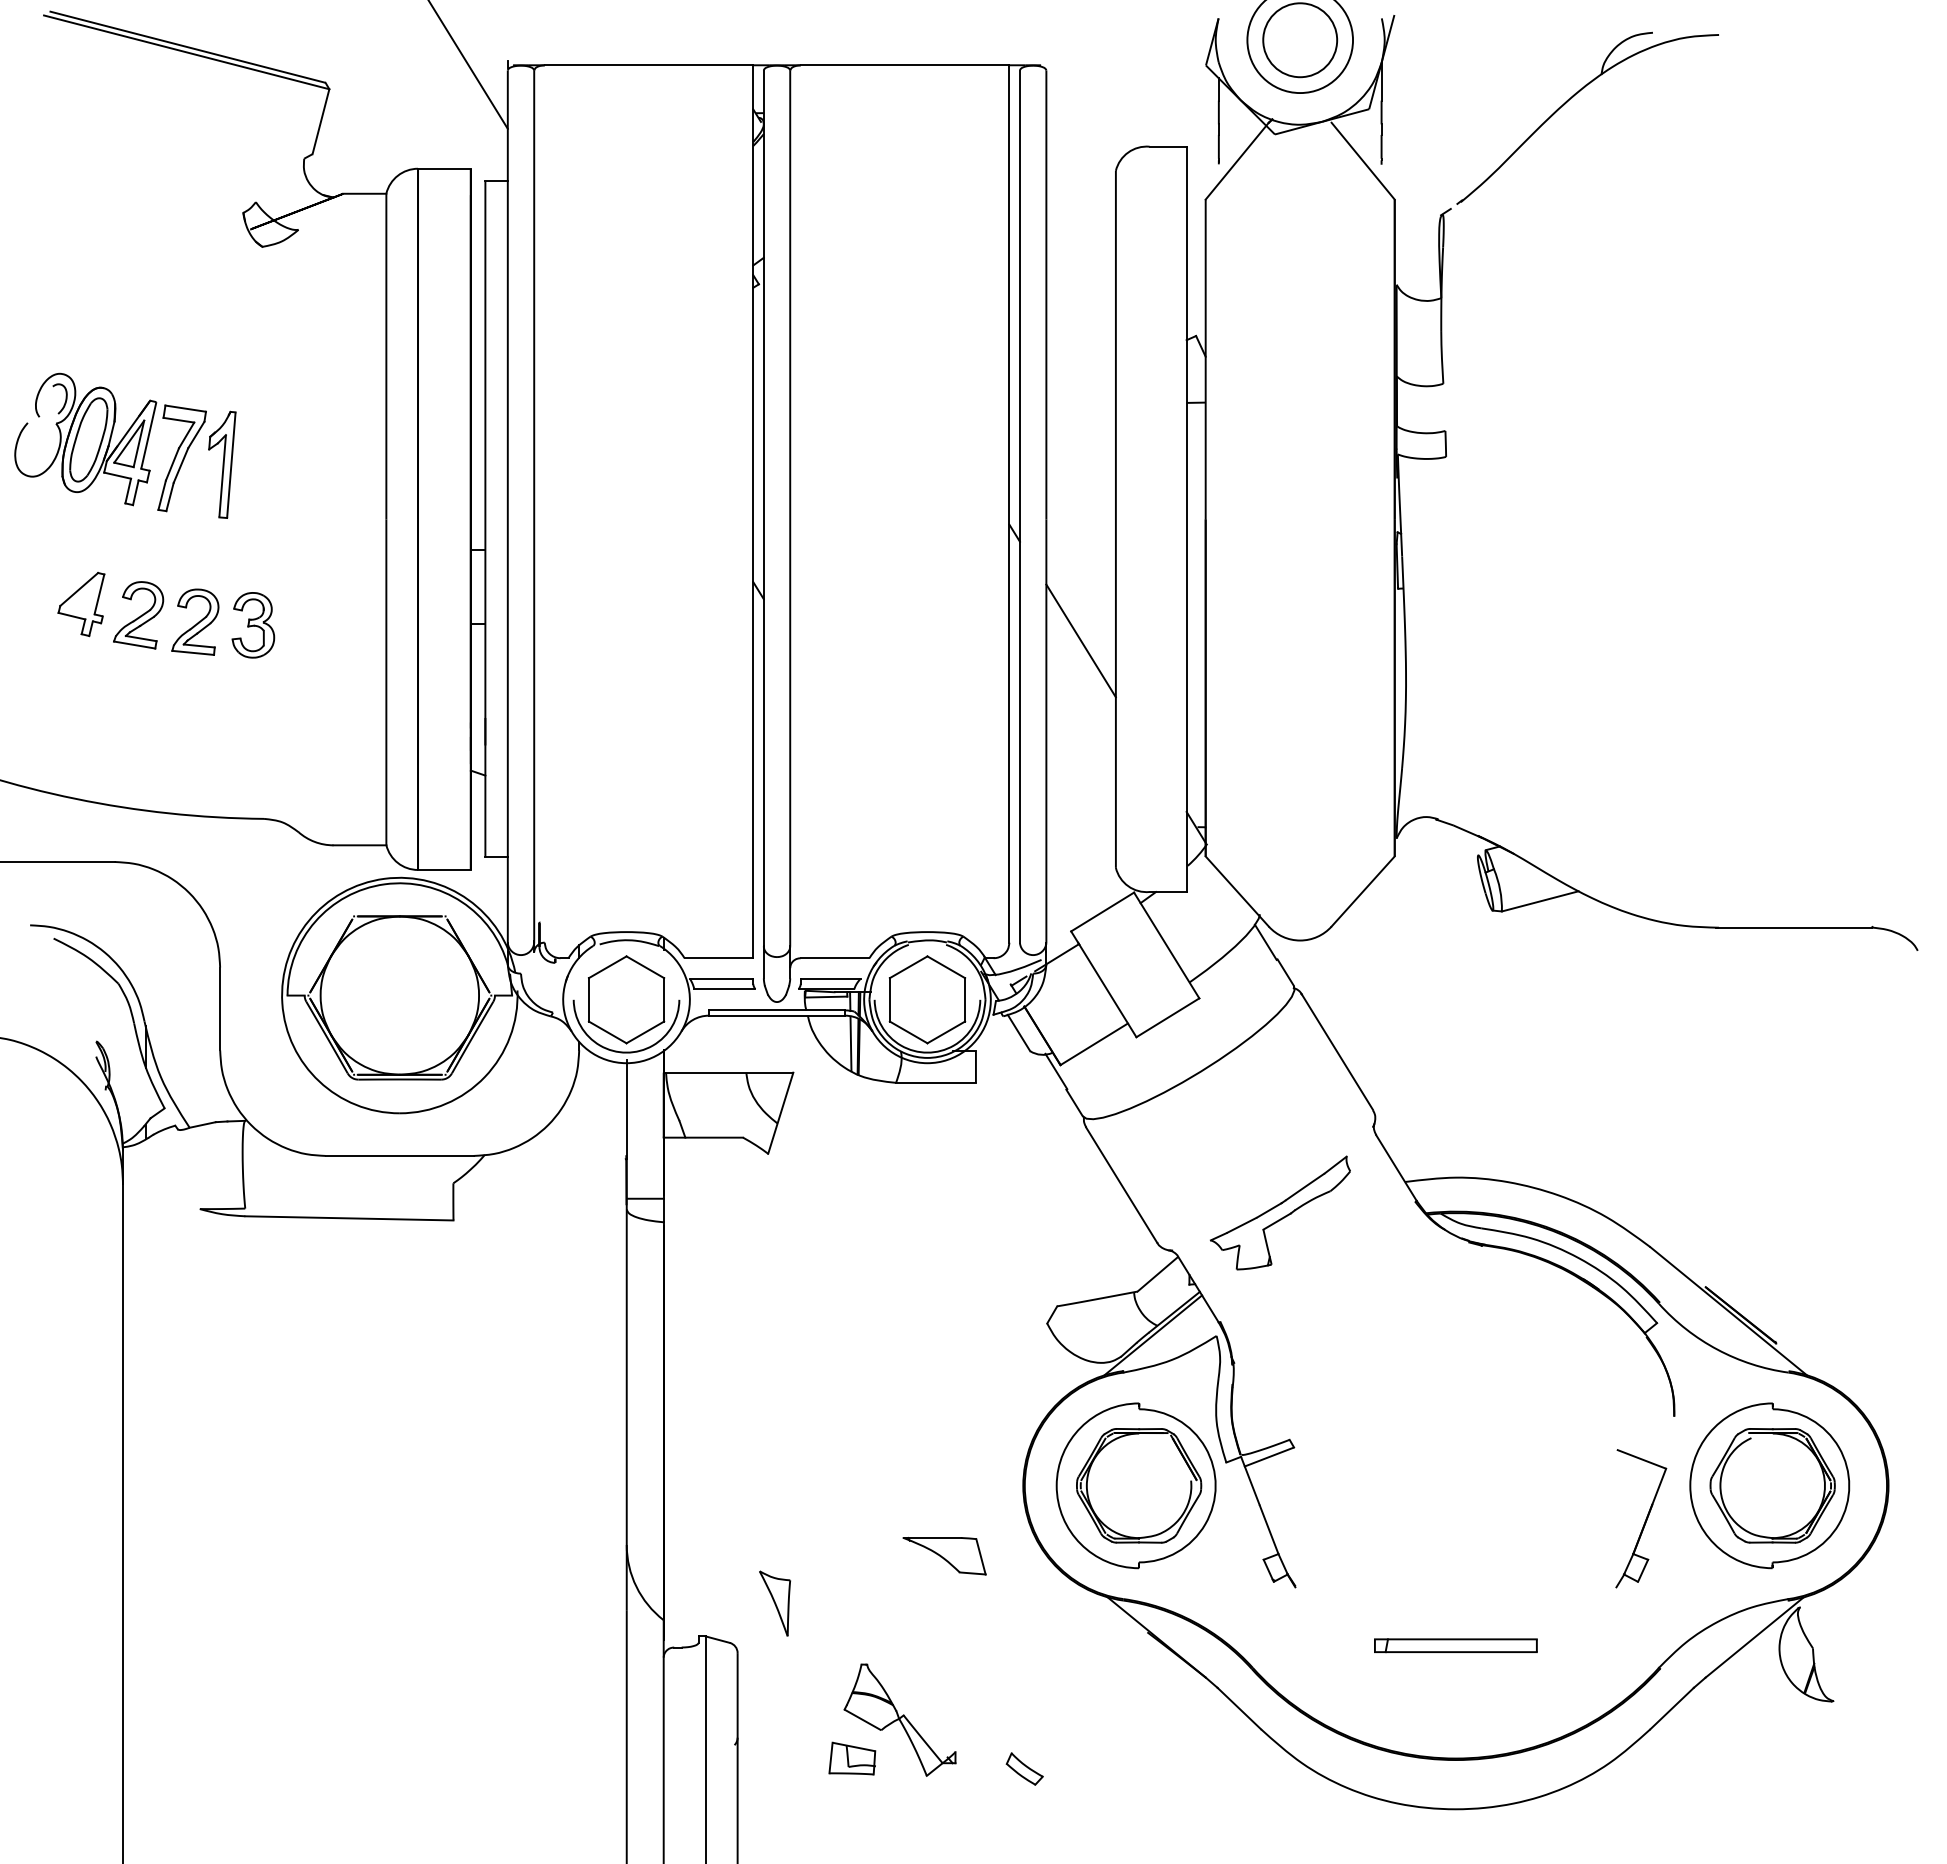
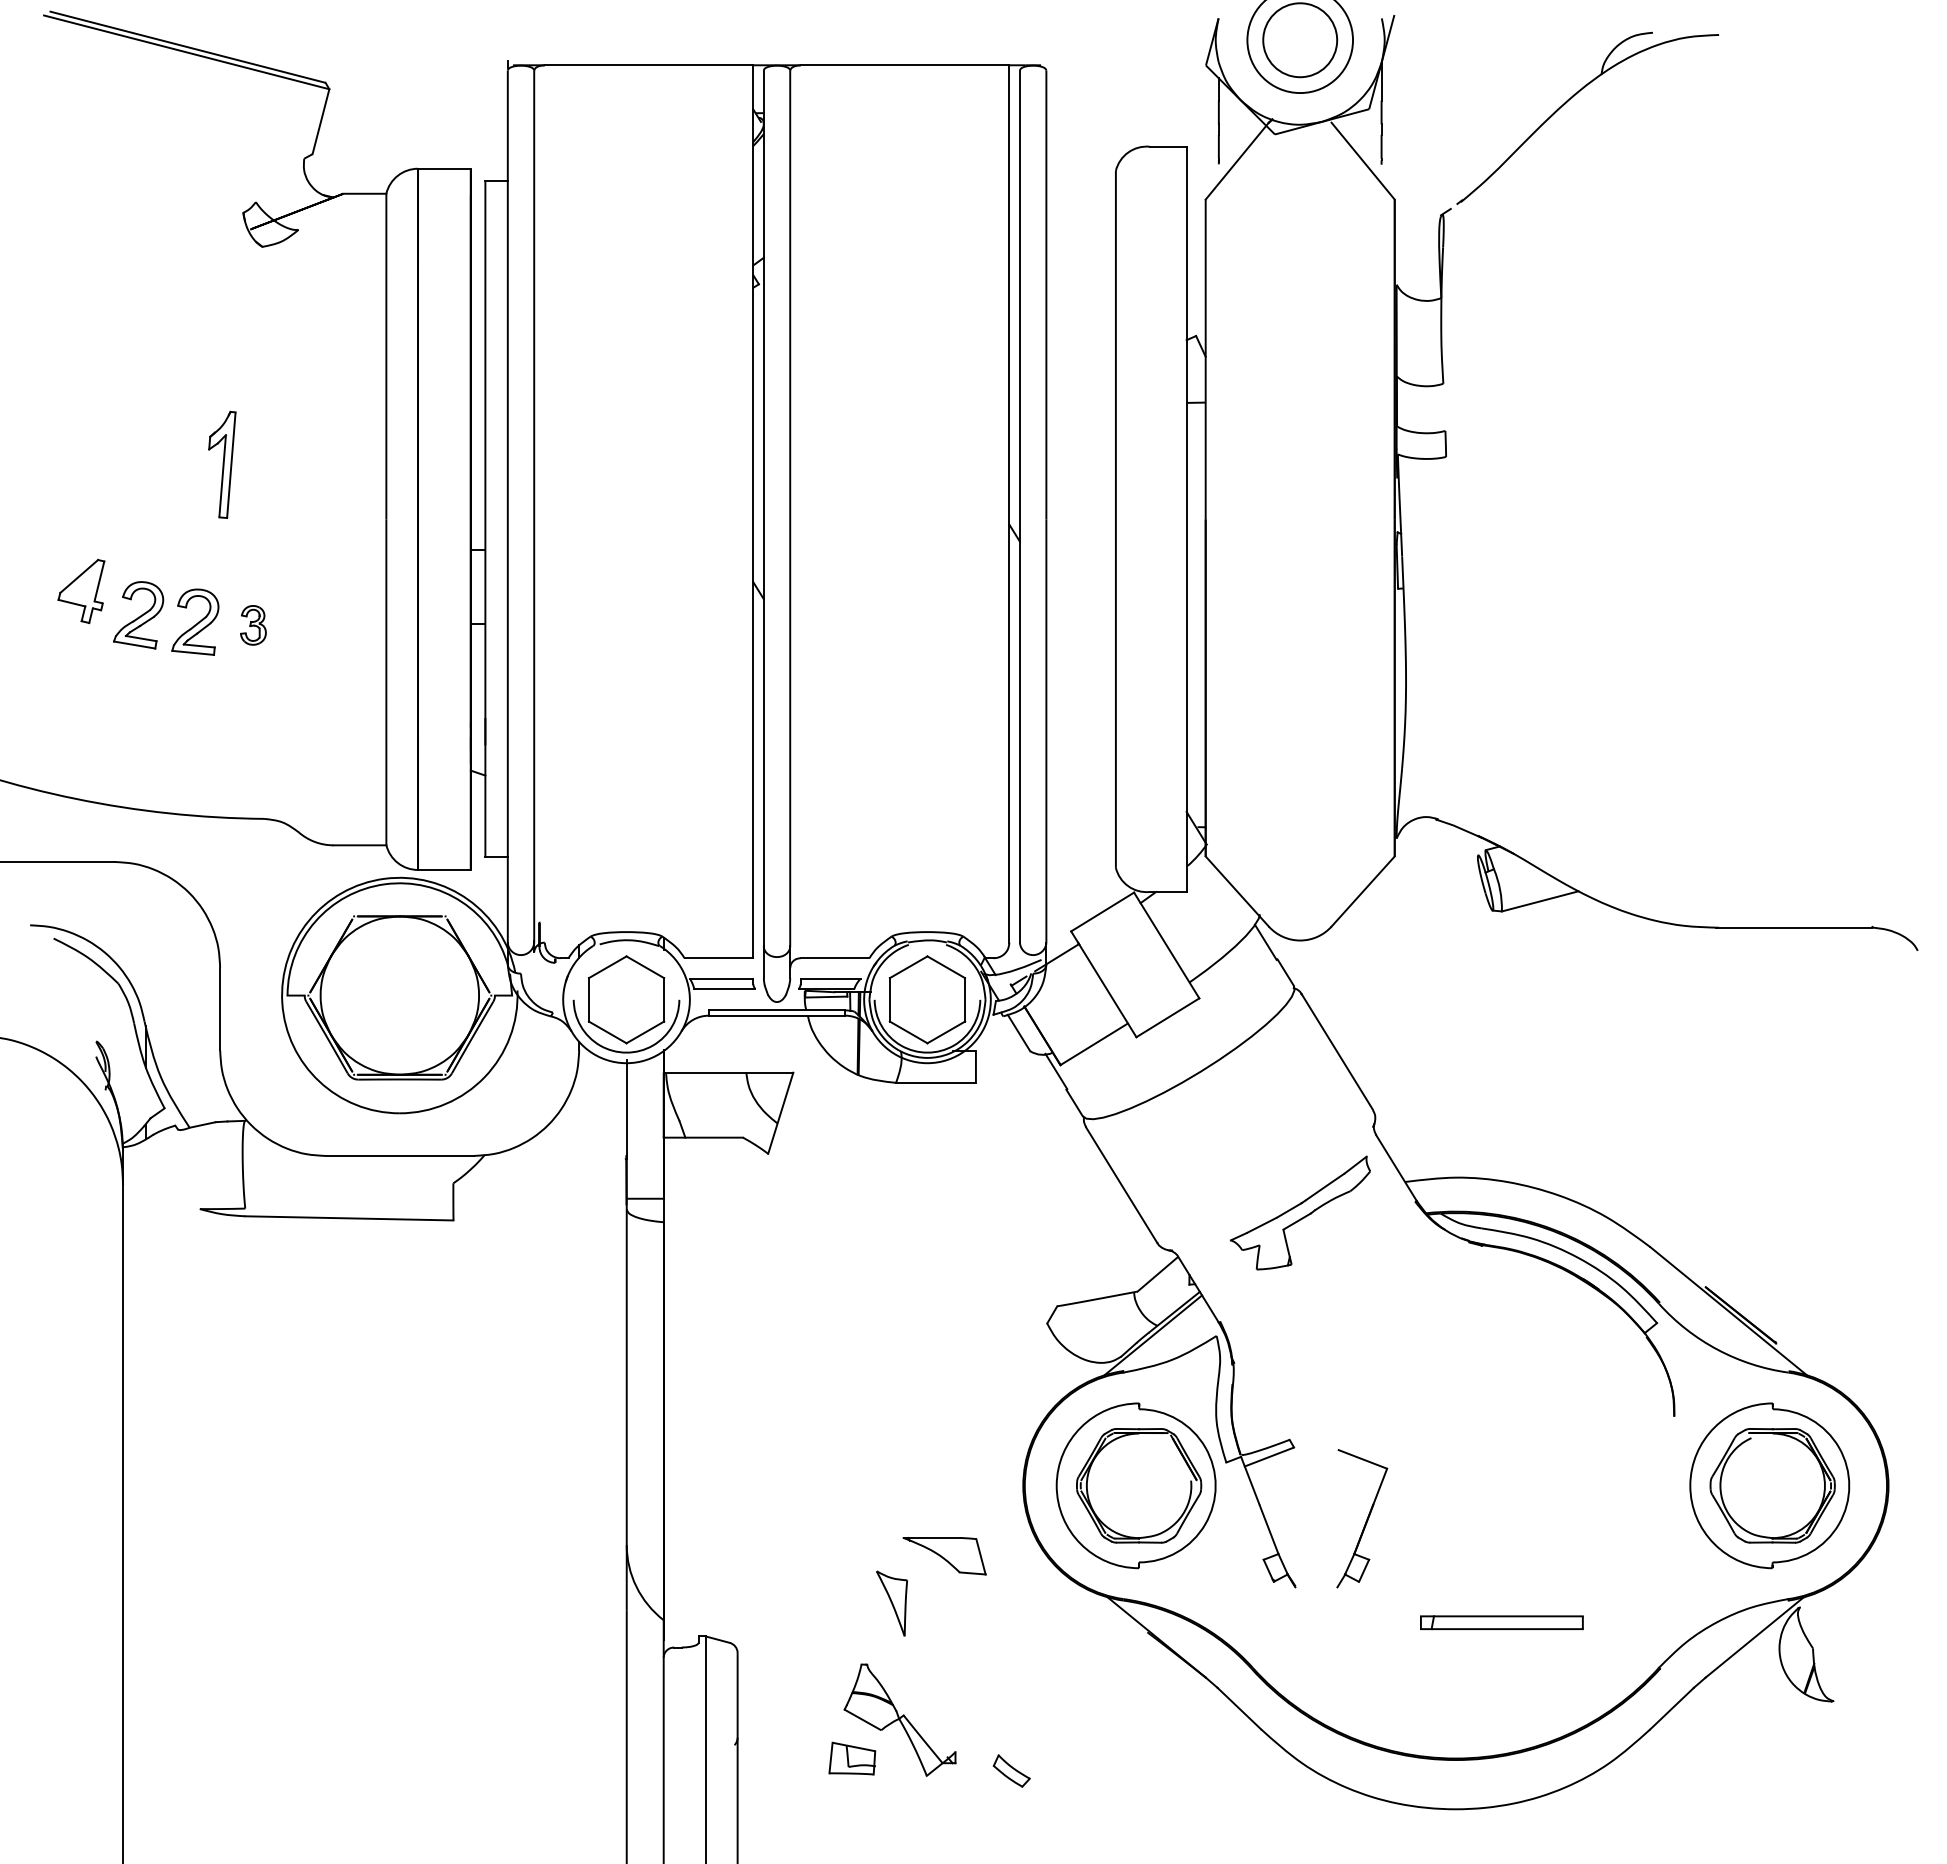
line at (468, 65): present -> none
part at (110, 442): present -> none
part at (81, 604) position: (81, 604) -> (81, 591)
part at (253, 625) size: 45x67 px -> 27x41 px
line at (1080, 640): present -> none
line at (850, 1043): present -> none
part at (1280, 1212) position: (1280, 1212) -> (1300, 1212)
part at (1641, 1518) position: (1641, 1518) -> (1362, 1518)
part at (774, 1603) position: (774, 1603) -> (891, 1603)
part at (1455, 1645) position: (1455, 1645) -> (1501, 1622)
part at (1024, 1768) position: (1024, 1768) -> (1011, 1770)
